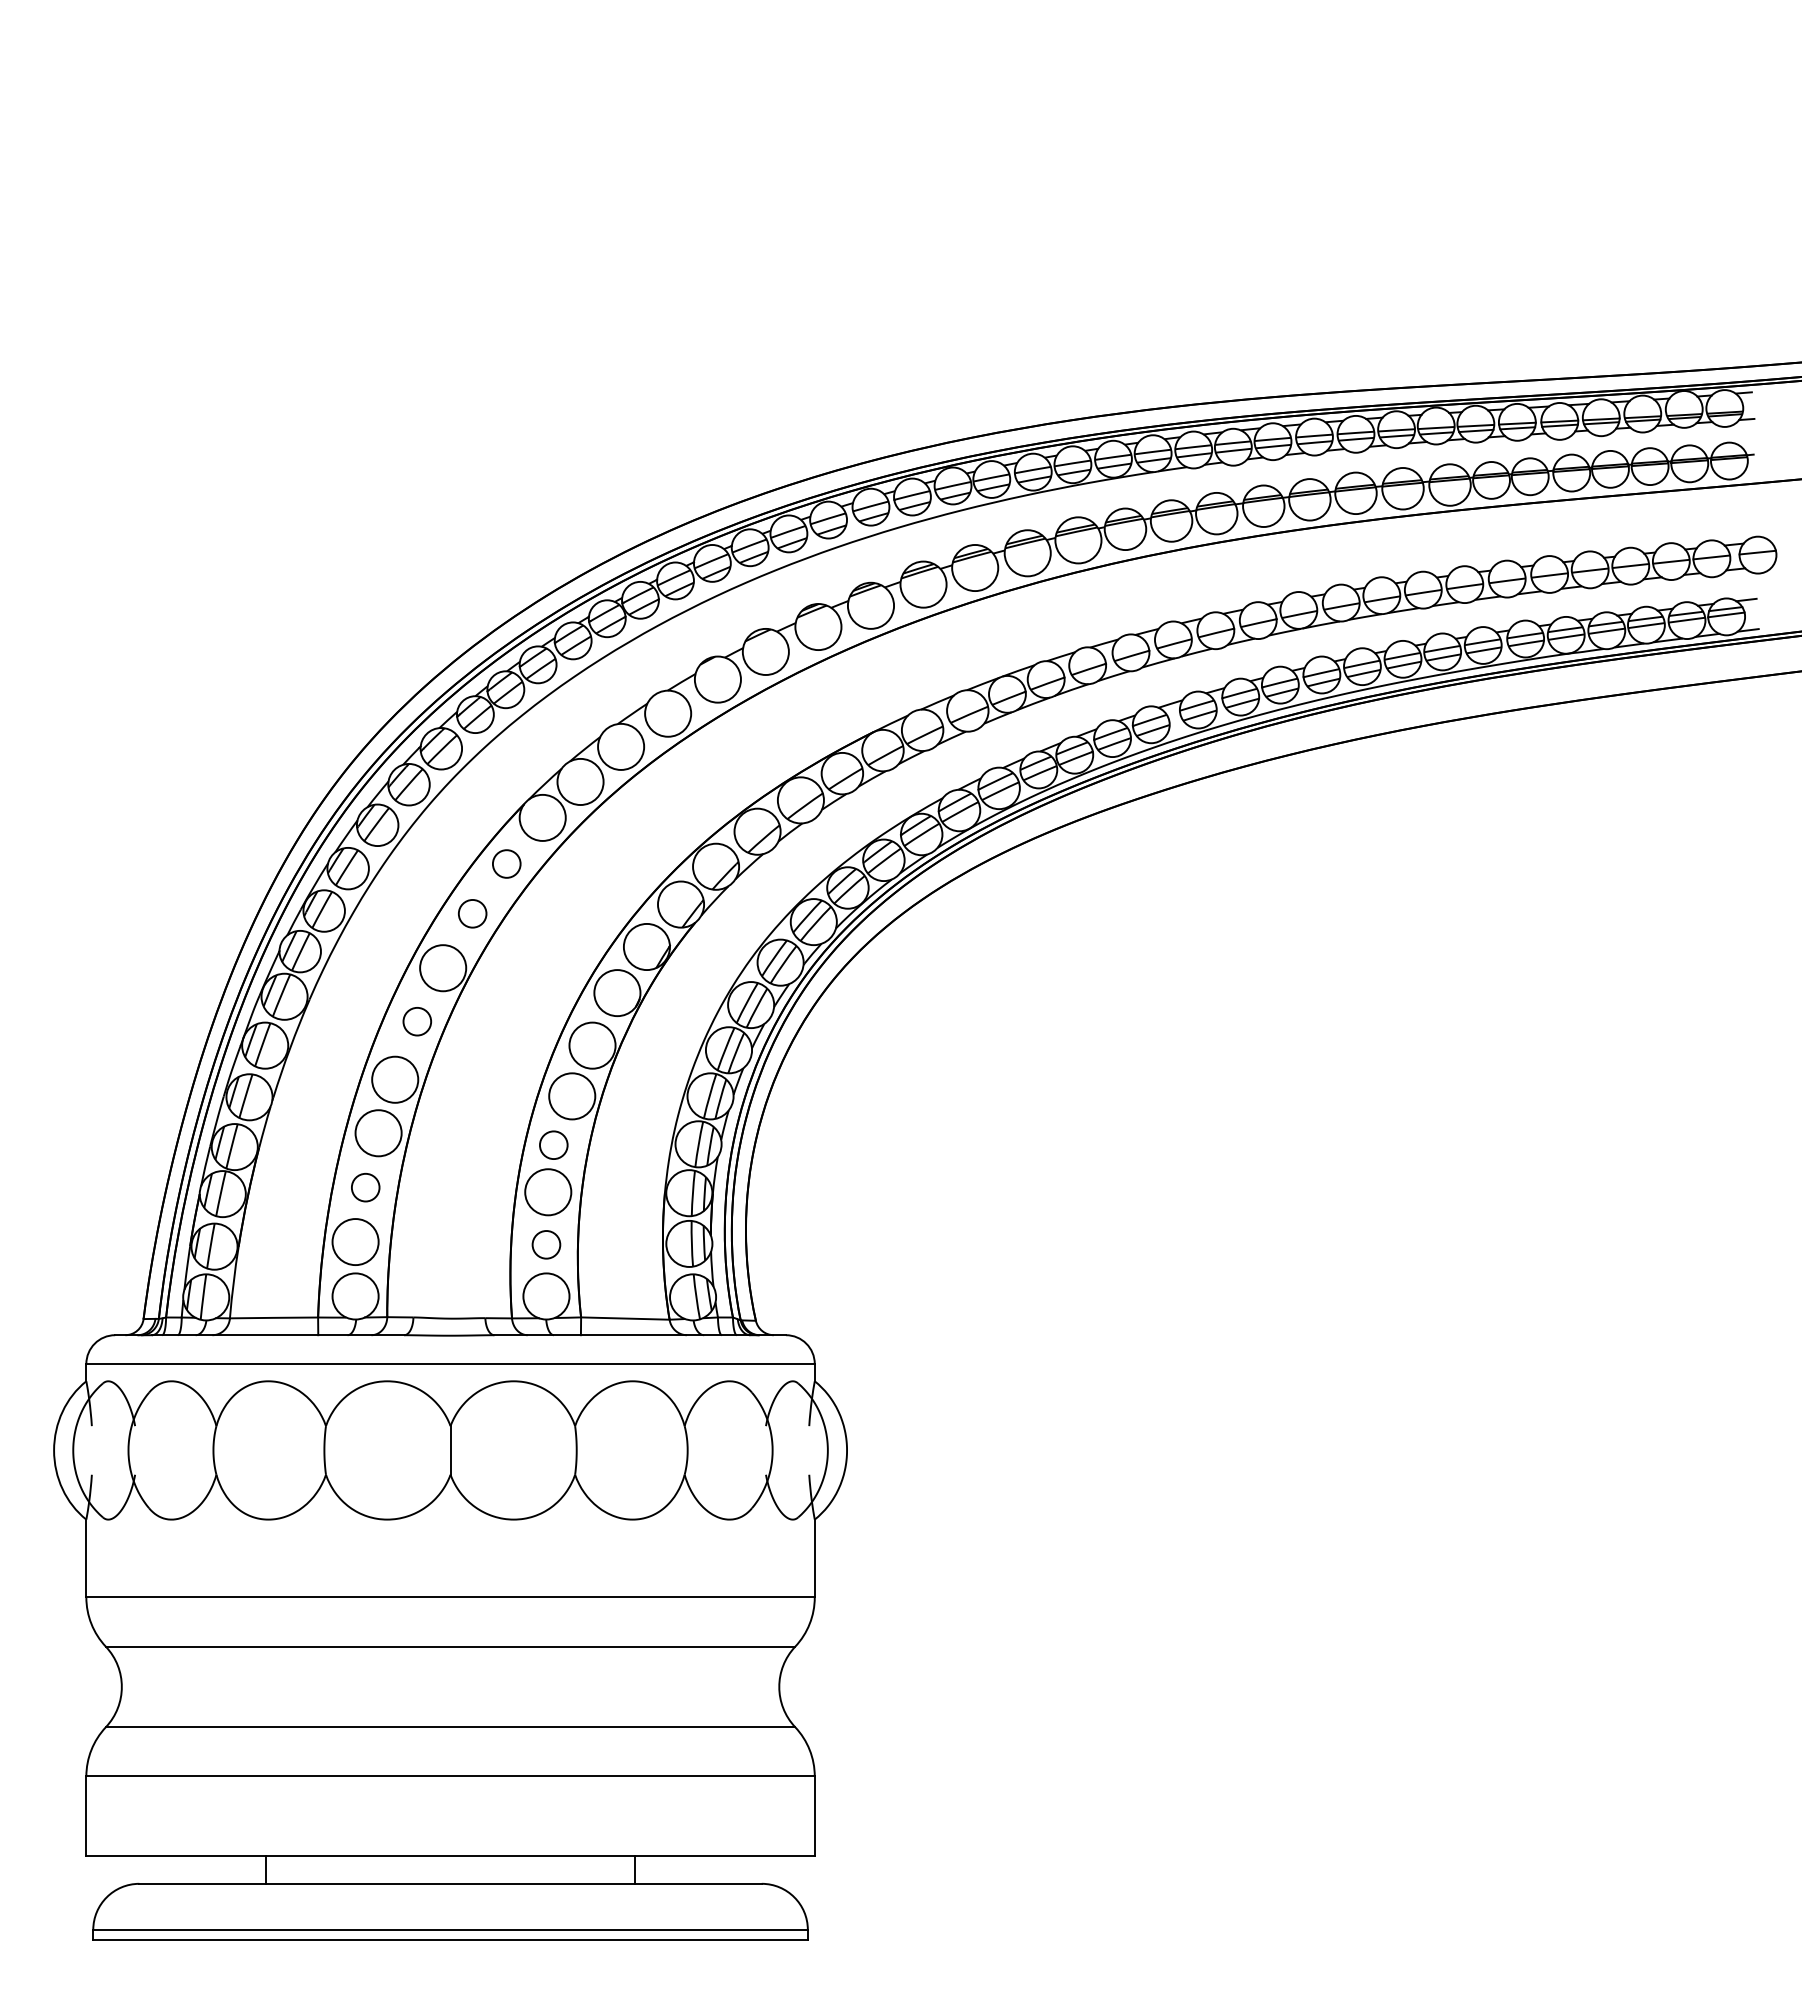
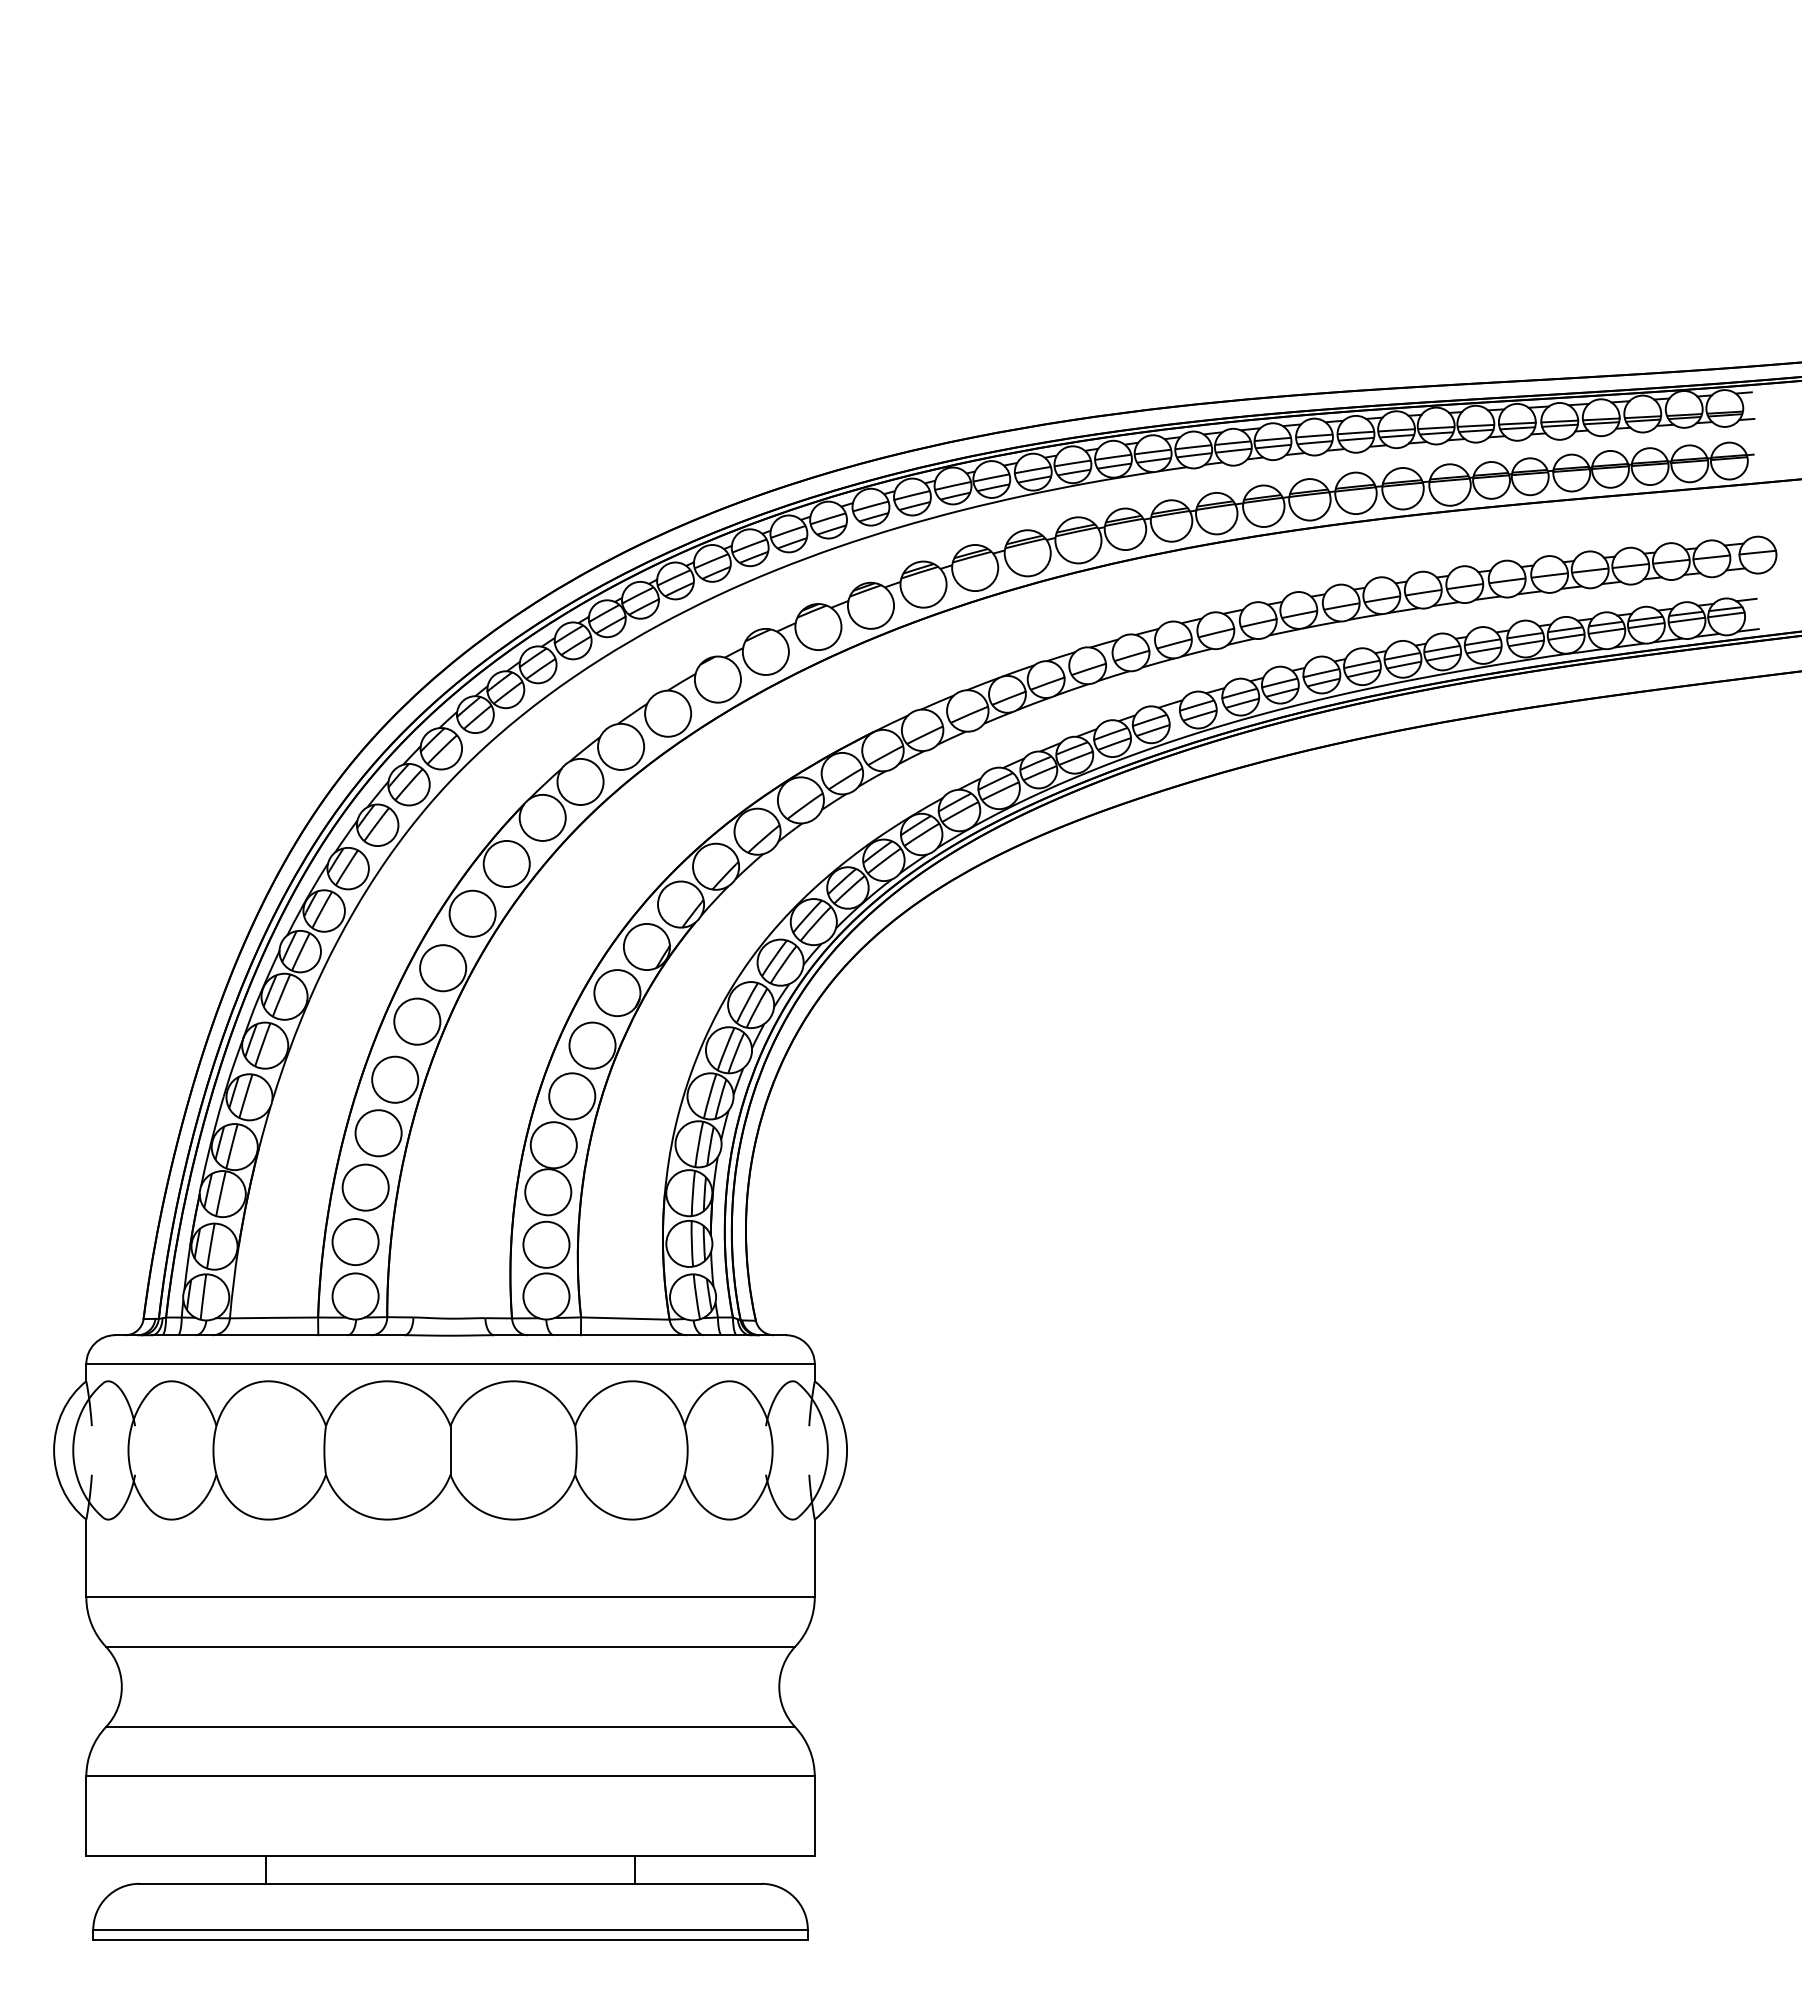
circle at (506, 863) diameter: 28 px -> 46 px
circle at (472, 913) diameter: 28 px -> 46 px
circle at (417, 1021) diameter: 28 px -> 46 px
circle at (553, 1145) diameter: 28 px -> 46 px
circle at (365, 1187) diameter: 28 px -> 46 px
circle at (546, 1244) diameter: 28 px -> 46 px
